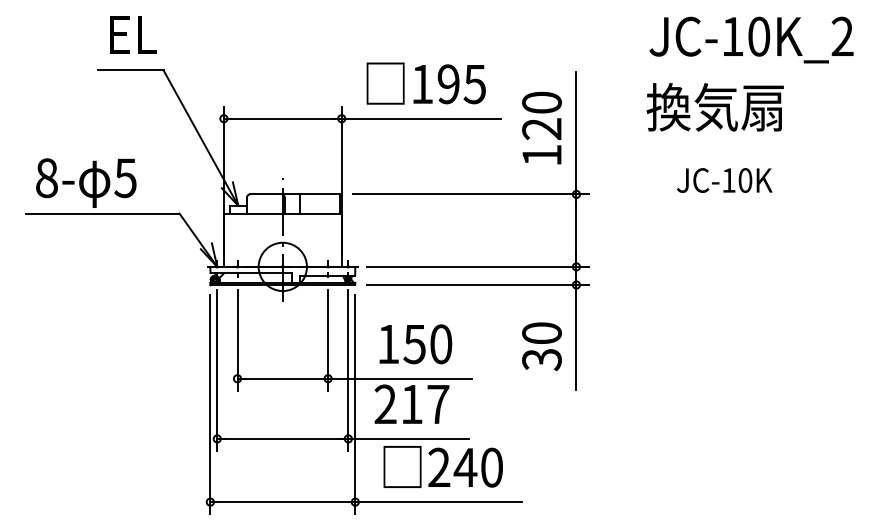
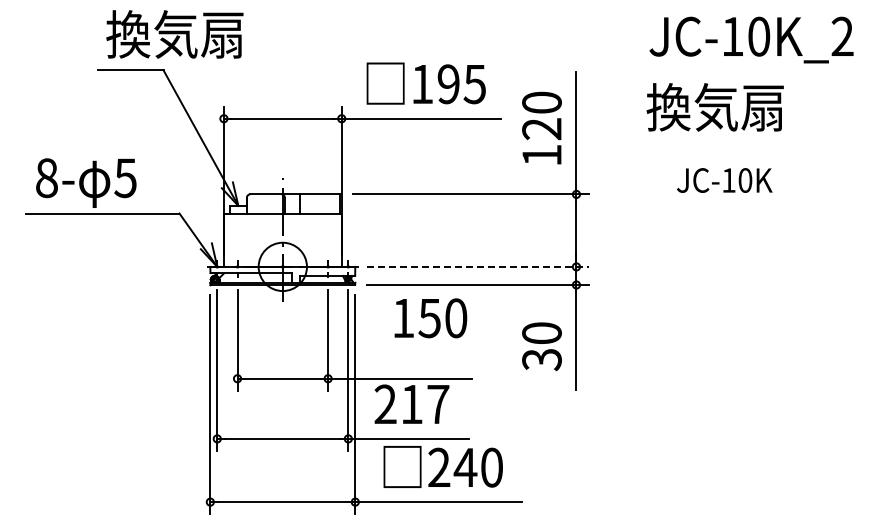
text at (174, 34): EL -> 換気扇
line at (477, 266): solid -> dashed
text at (415, 344) position: (415, 344) -> (430, 318)
